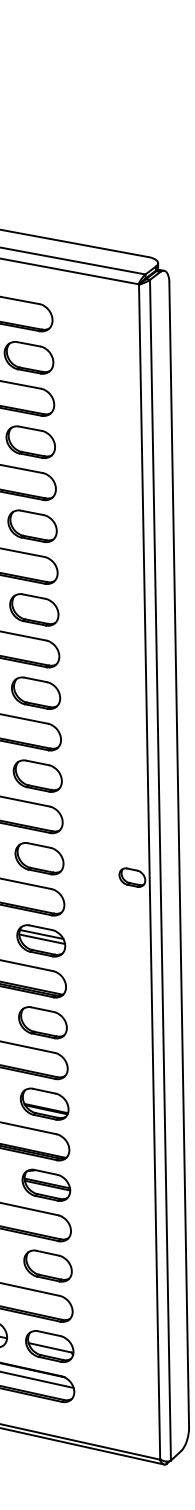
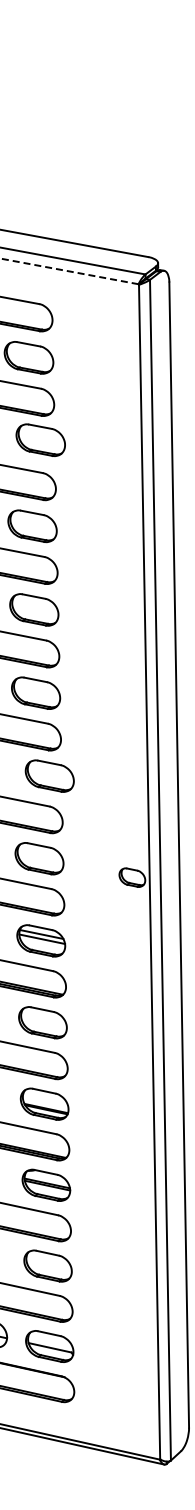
line at (69, 271): solid -> dashed
part at (30, 441) position: (30, 441) -> (40, 439)
part at (37, 775) position: (37, 775) -> (49, 775)
line at (37, 1379): present -> none
